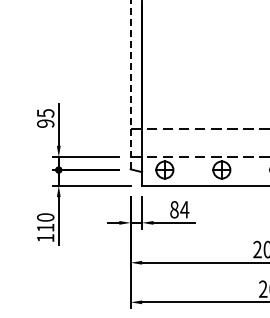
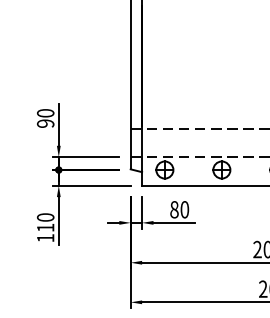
line at (130, 84): dashed -> solid
text at (45, 113): 95 -> 90
text at (184, 209): 84 -> 80
